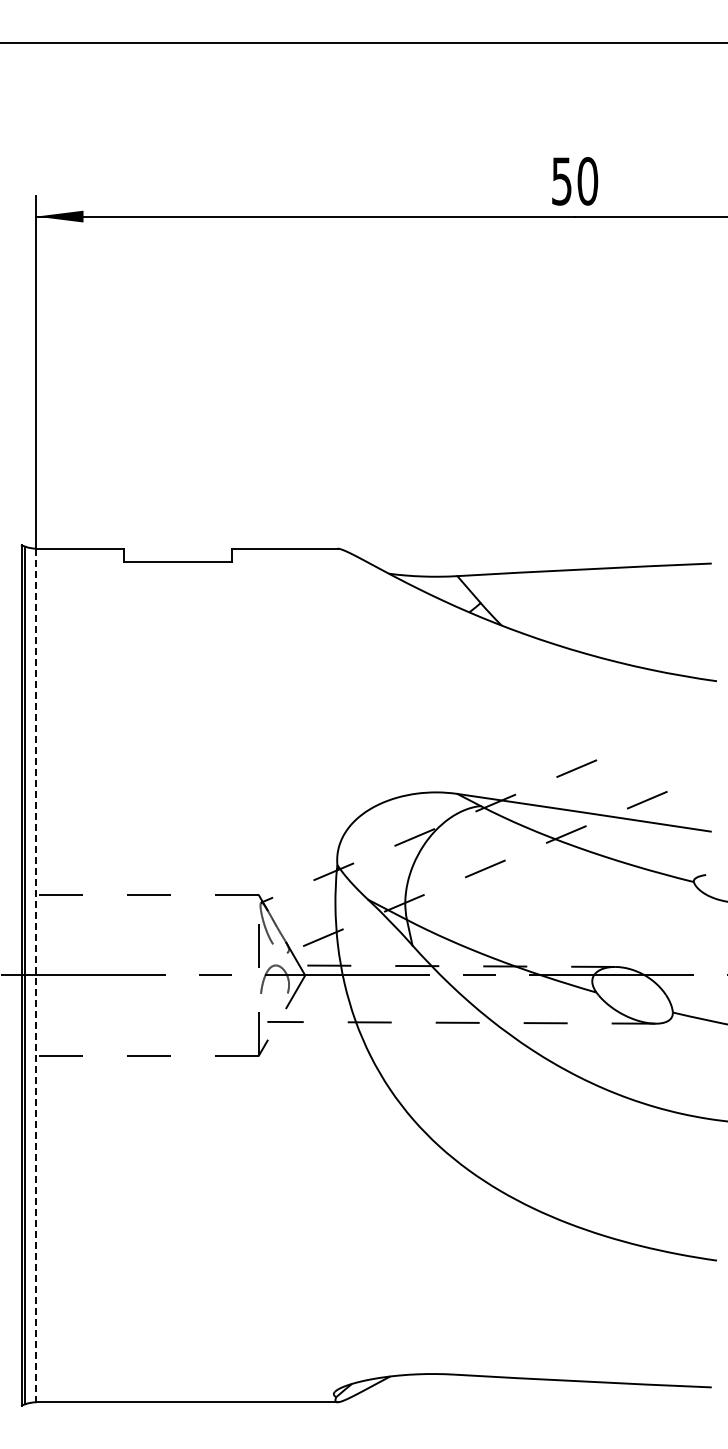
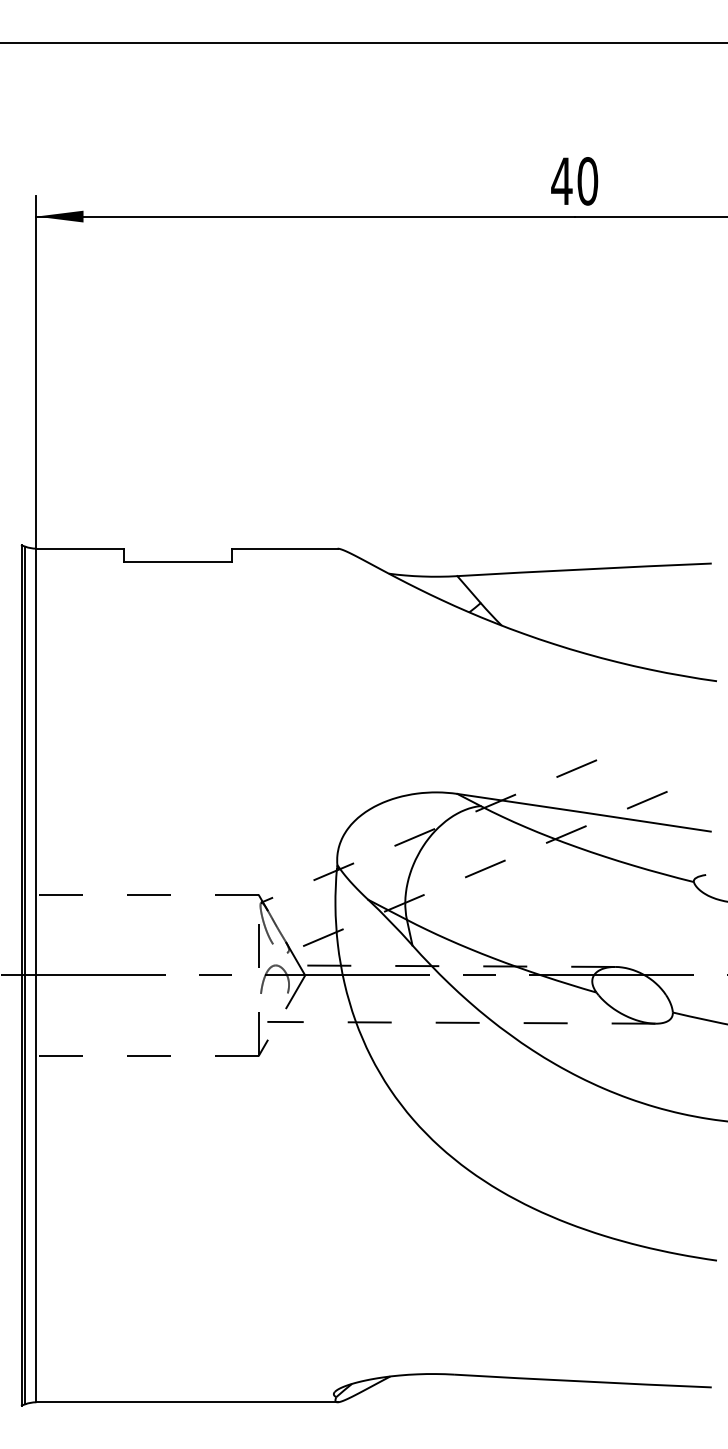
text at (561, 181): 50 -> 40
line at (36, 975): dashed -> solid
